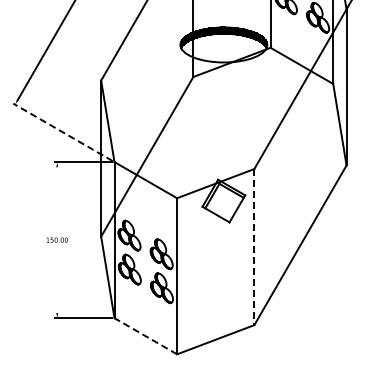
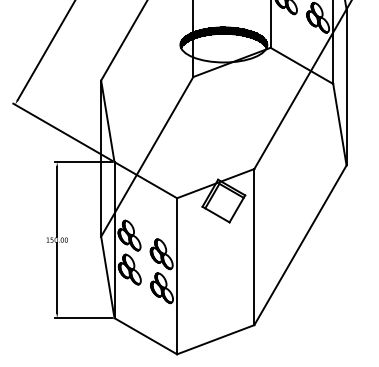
line at (62, 132): dashed -> solid
line at (57, 202): none -> present
line at (254, 247): dashed -> solid
line at (57, 277): none -> present
line at (145, 336): dashed -> solid
